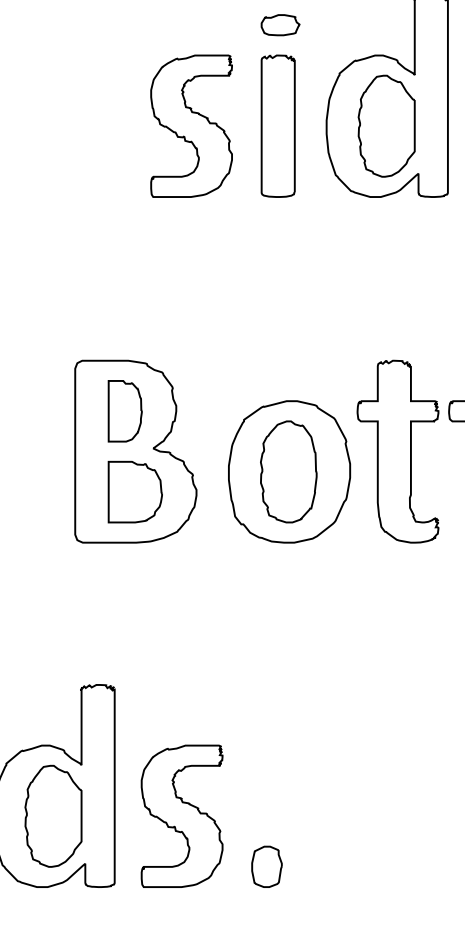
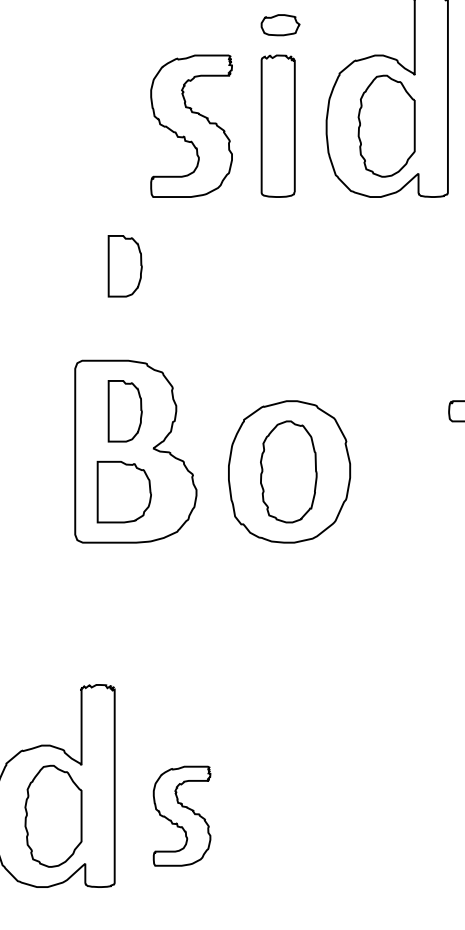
part at (124, 266): none -> present
part at (397, 451): present -> none
part at (134, 491) position: (134, 491) -> (123, 491)
part at (181, 815) size: 84x144 px -> 60x102 px
part at (266, 866): present -> none
